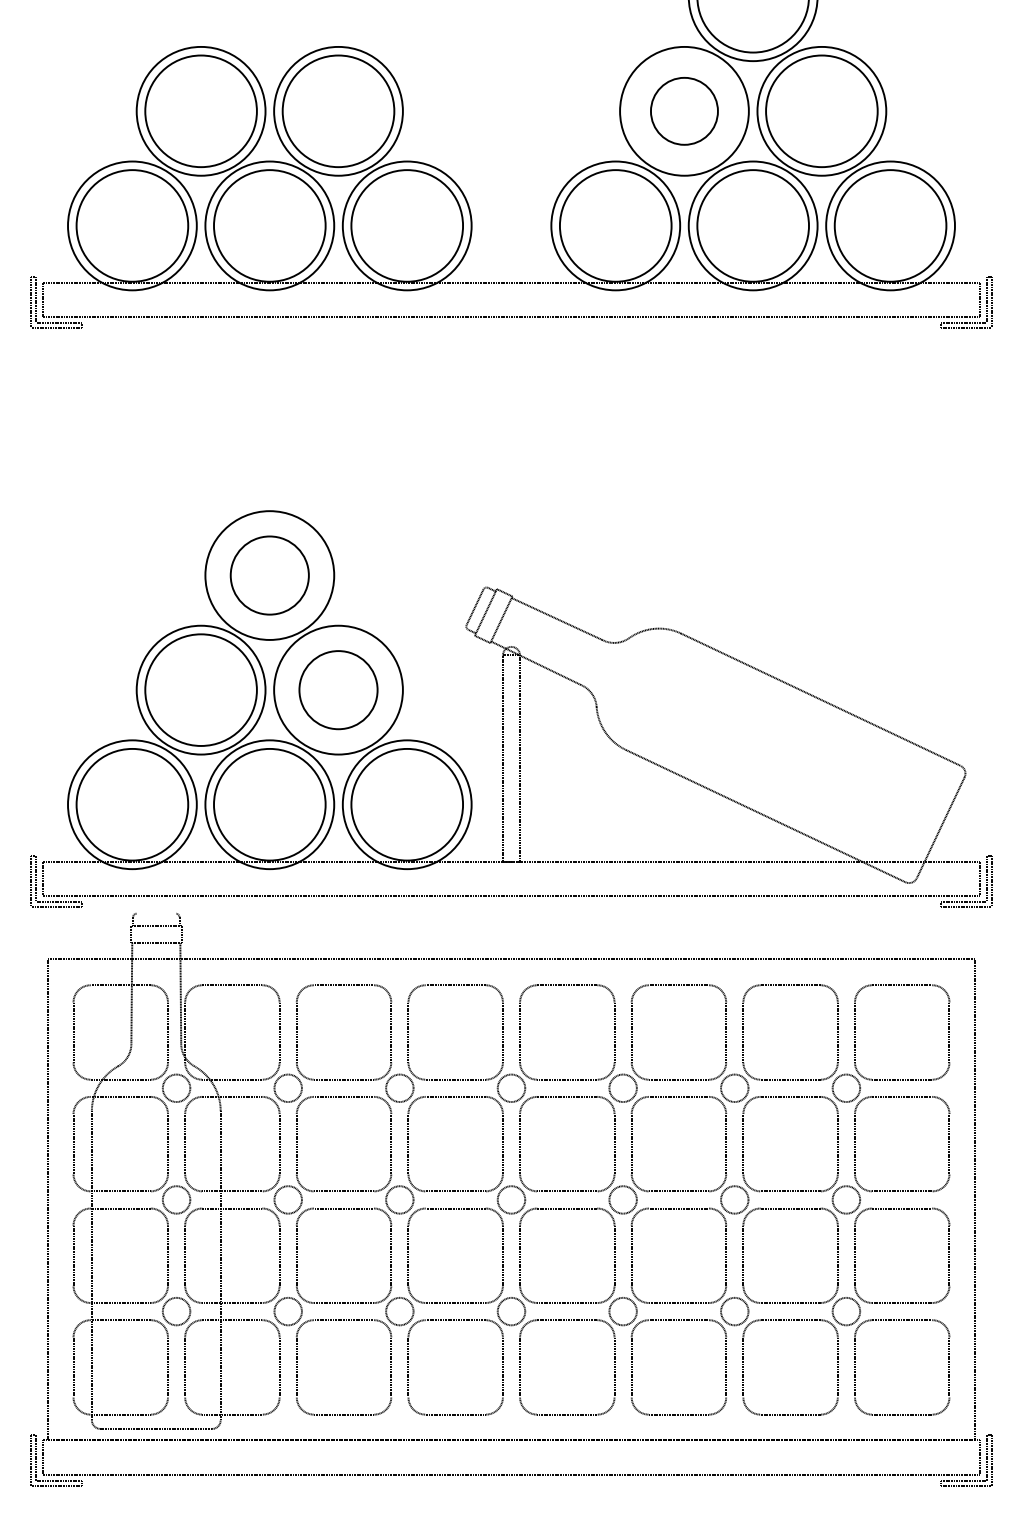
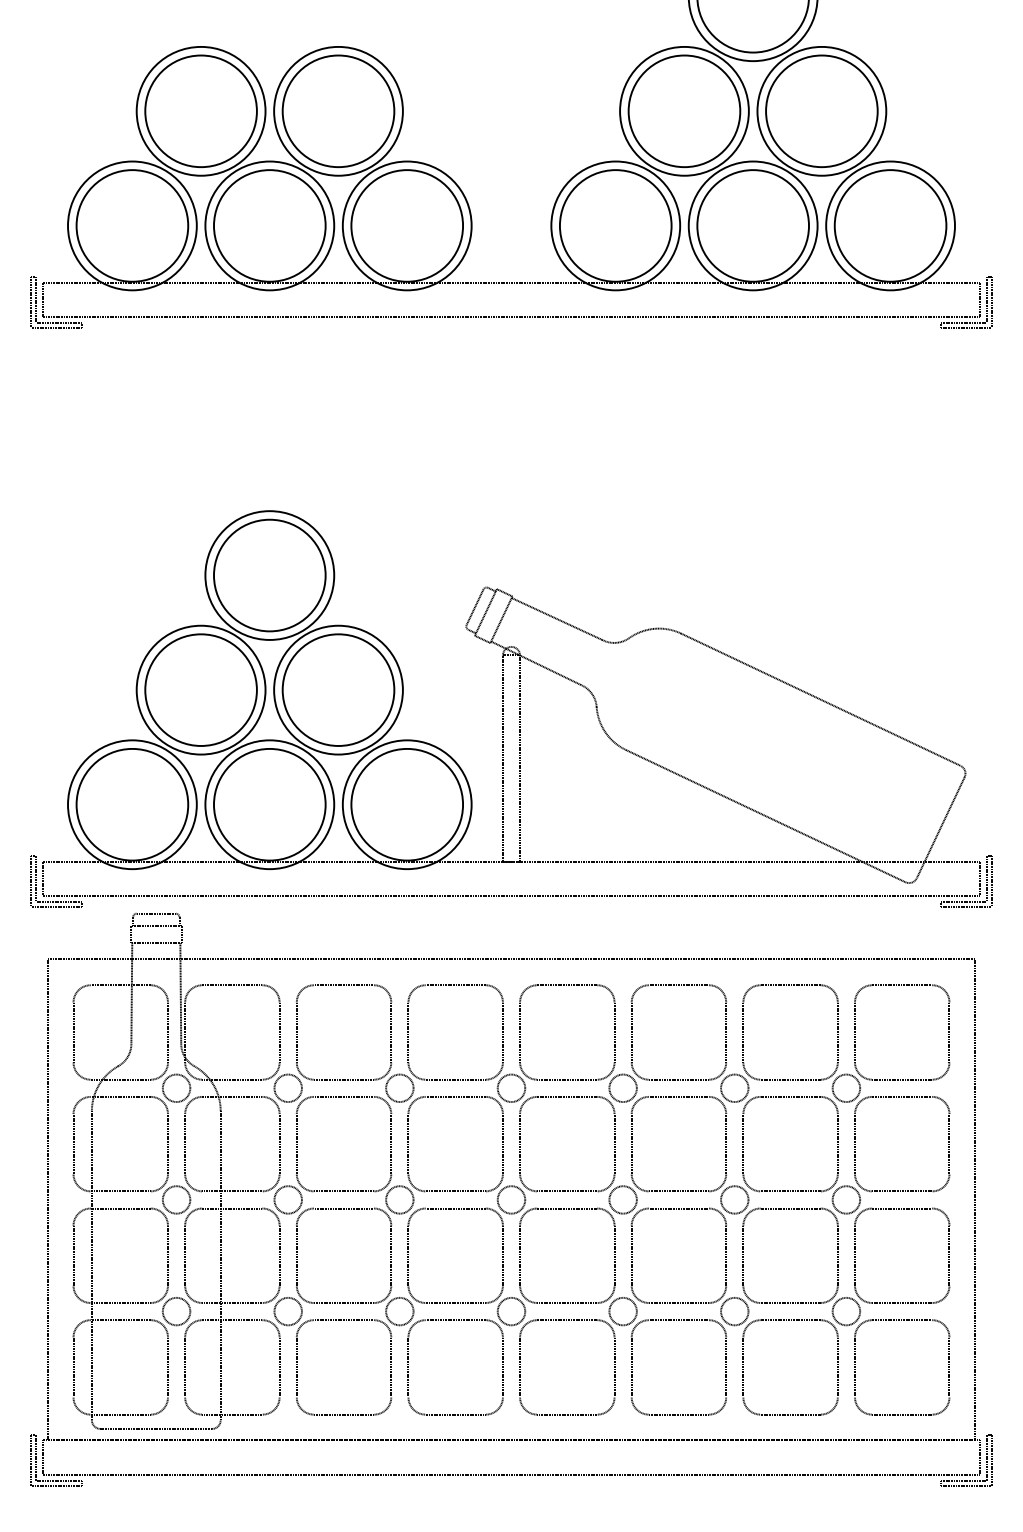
circle at (683, 110) diameter: 67 px -> 112 px
circle at (269, 575) diameter: 78 px -> 112 px
circle at (338, 690) diameter: 78 px -> 112 px
line at (156, 913): none -> present
